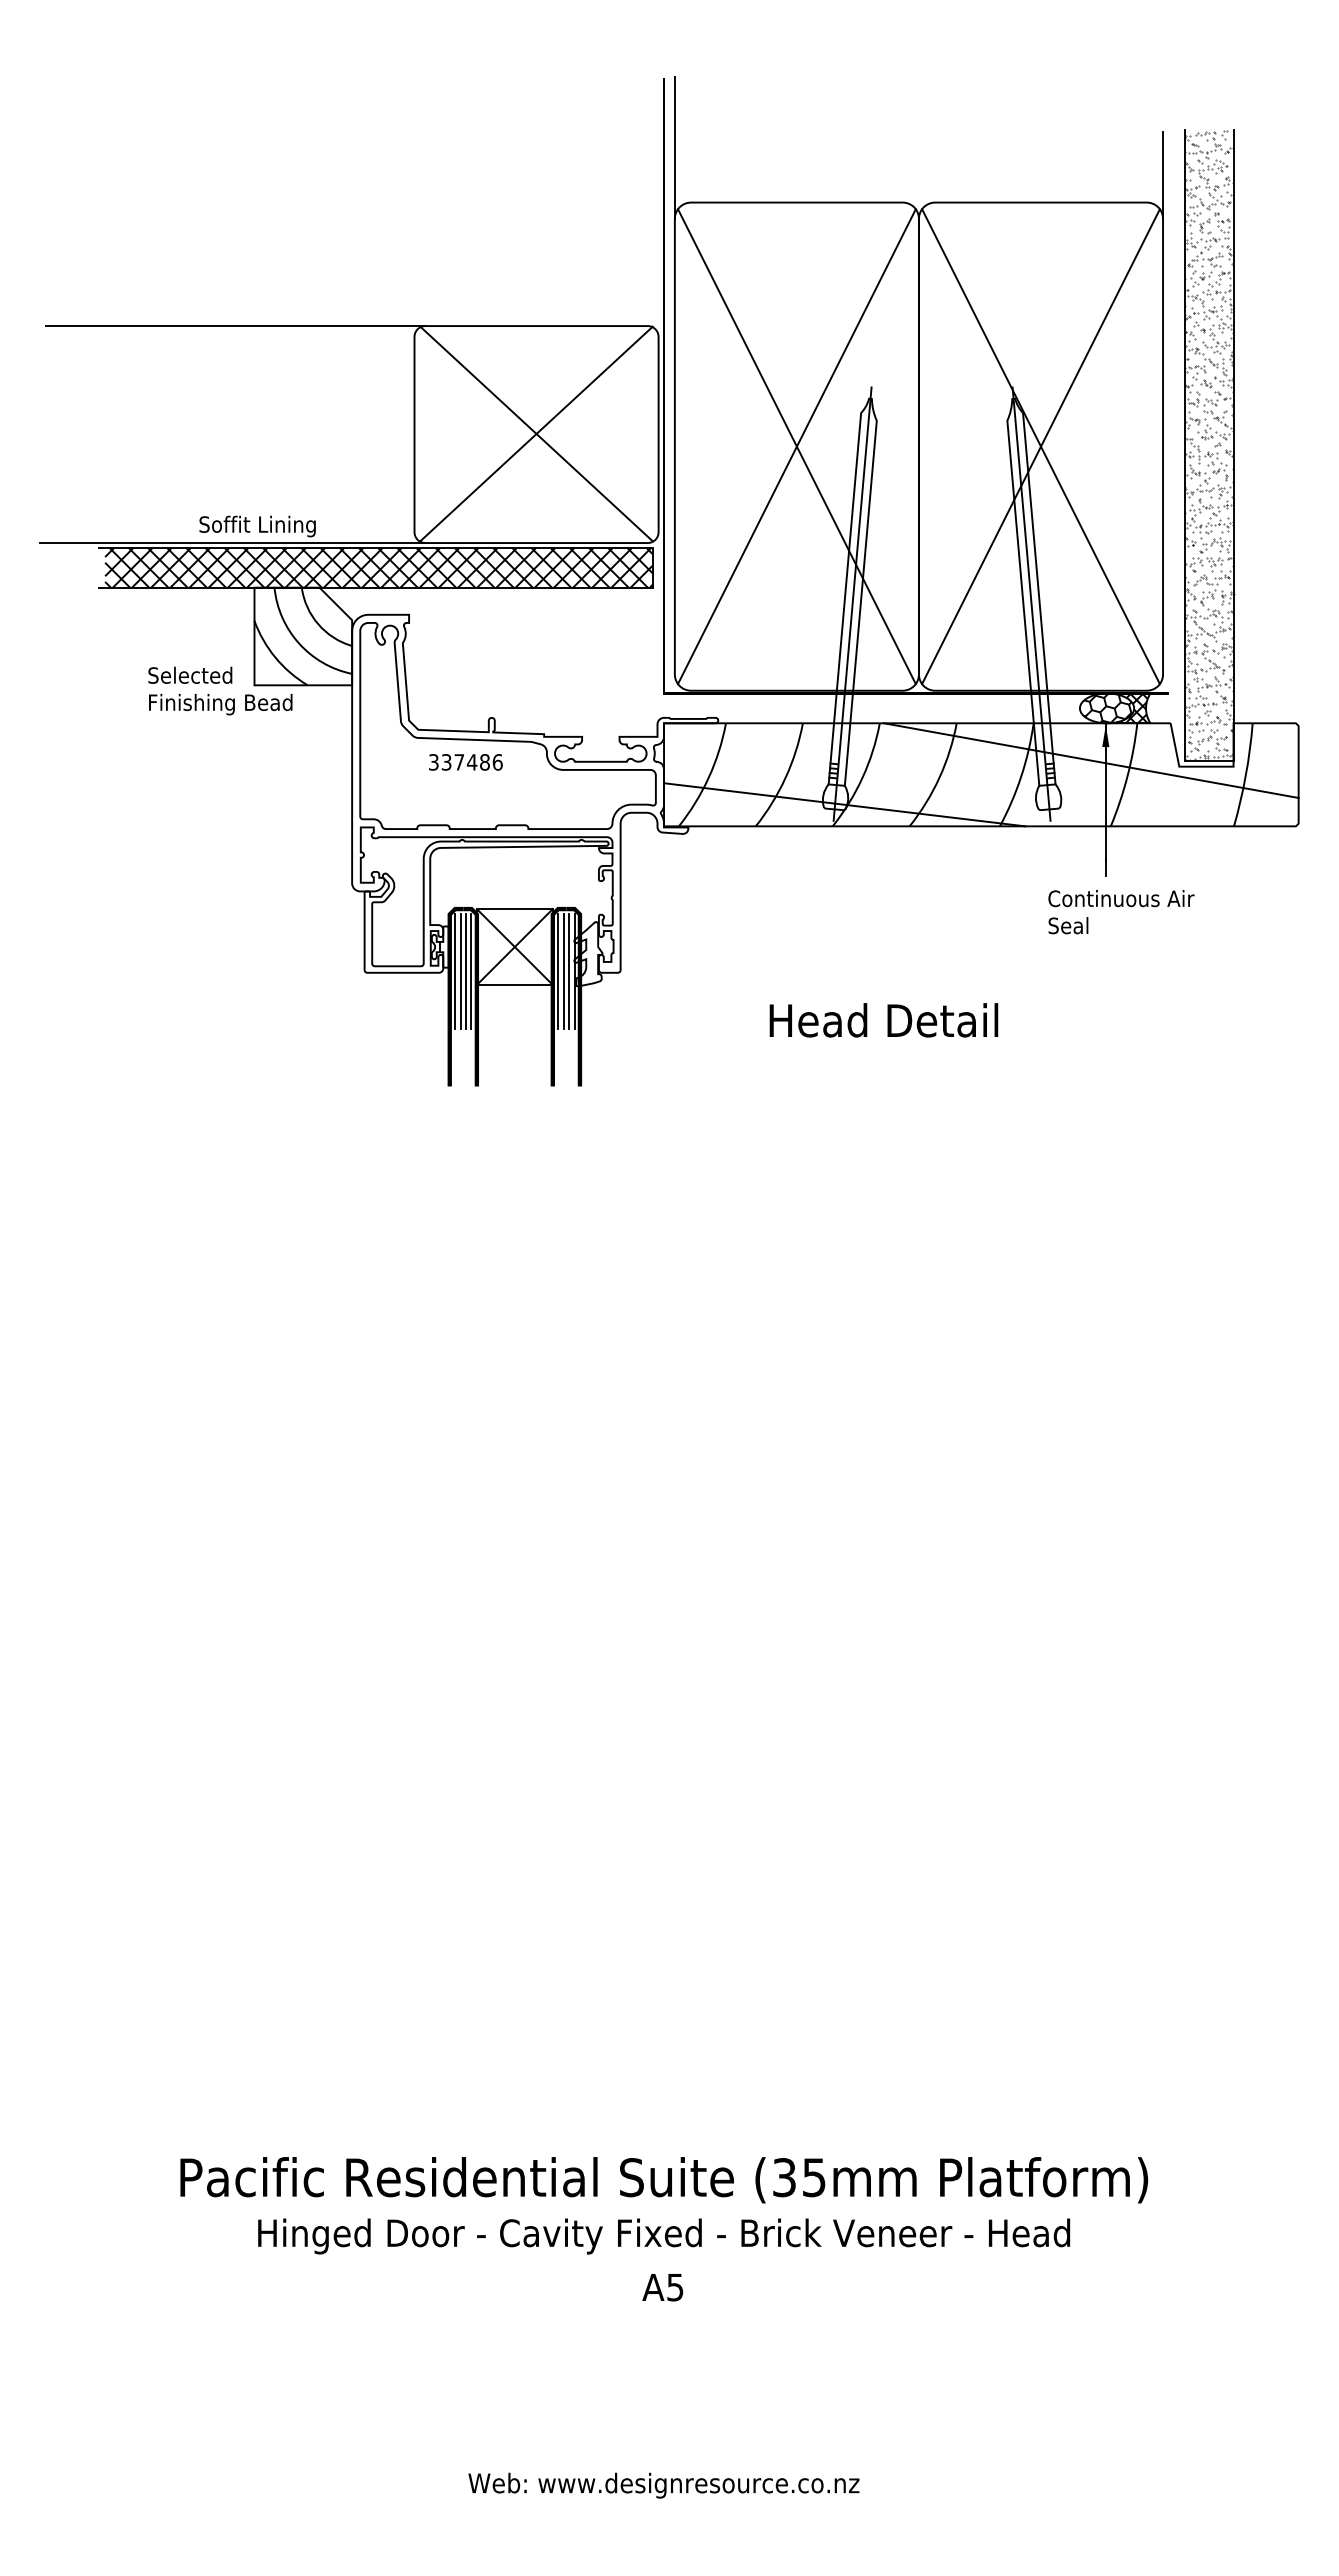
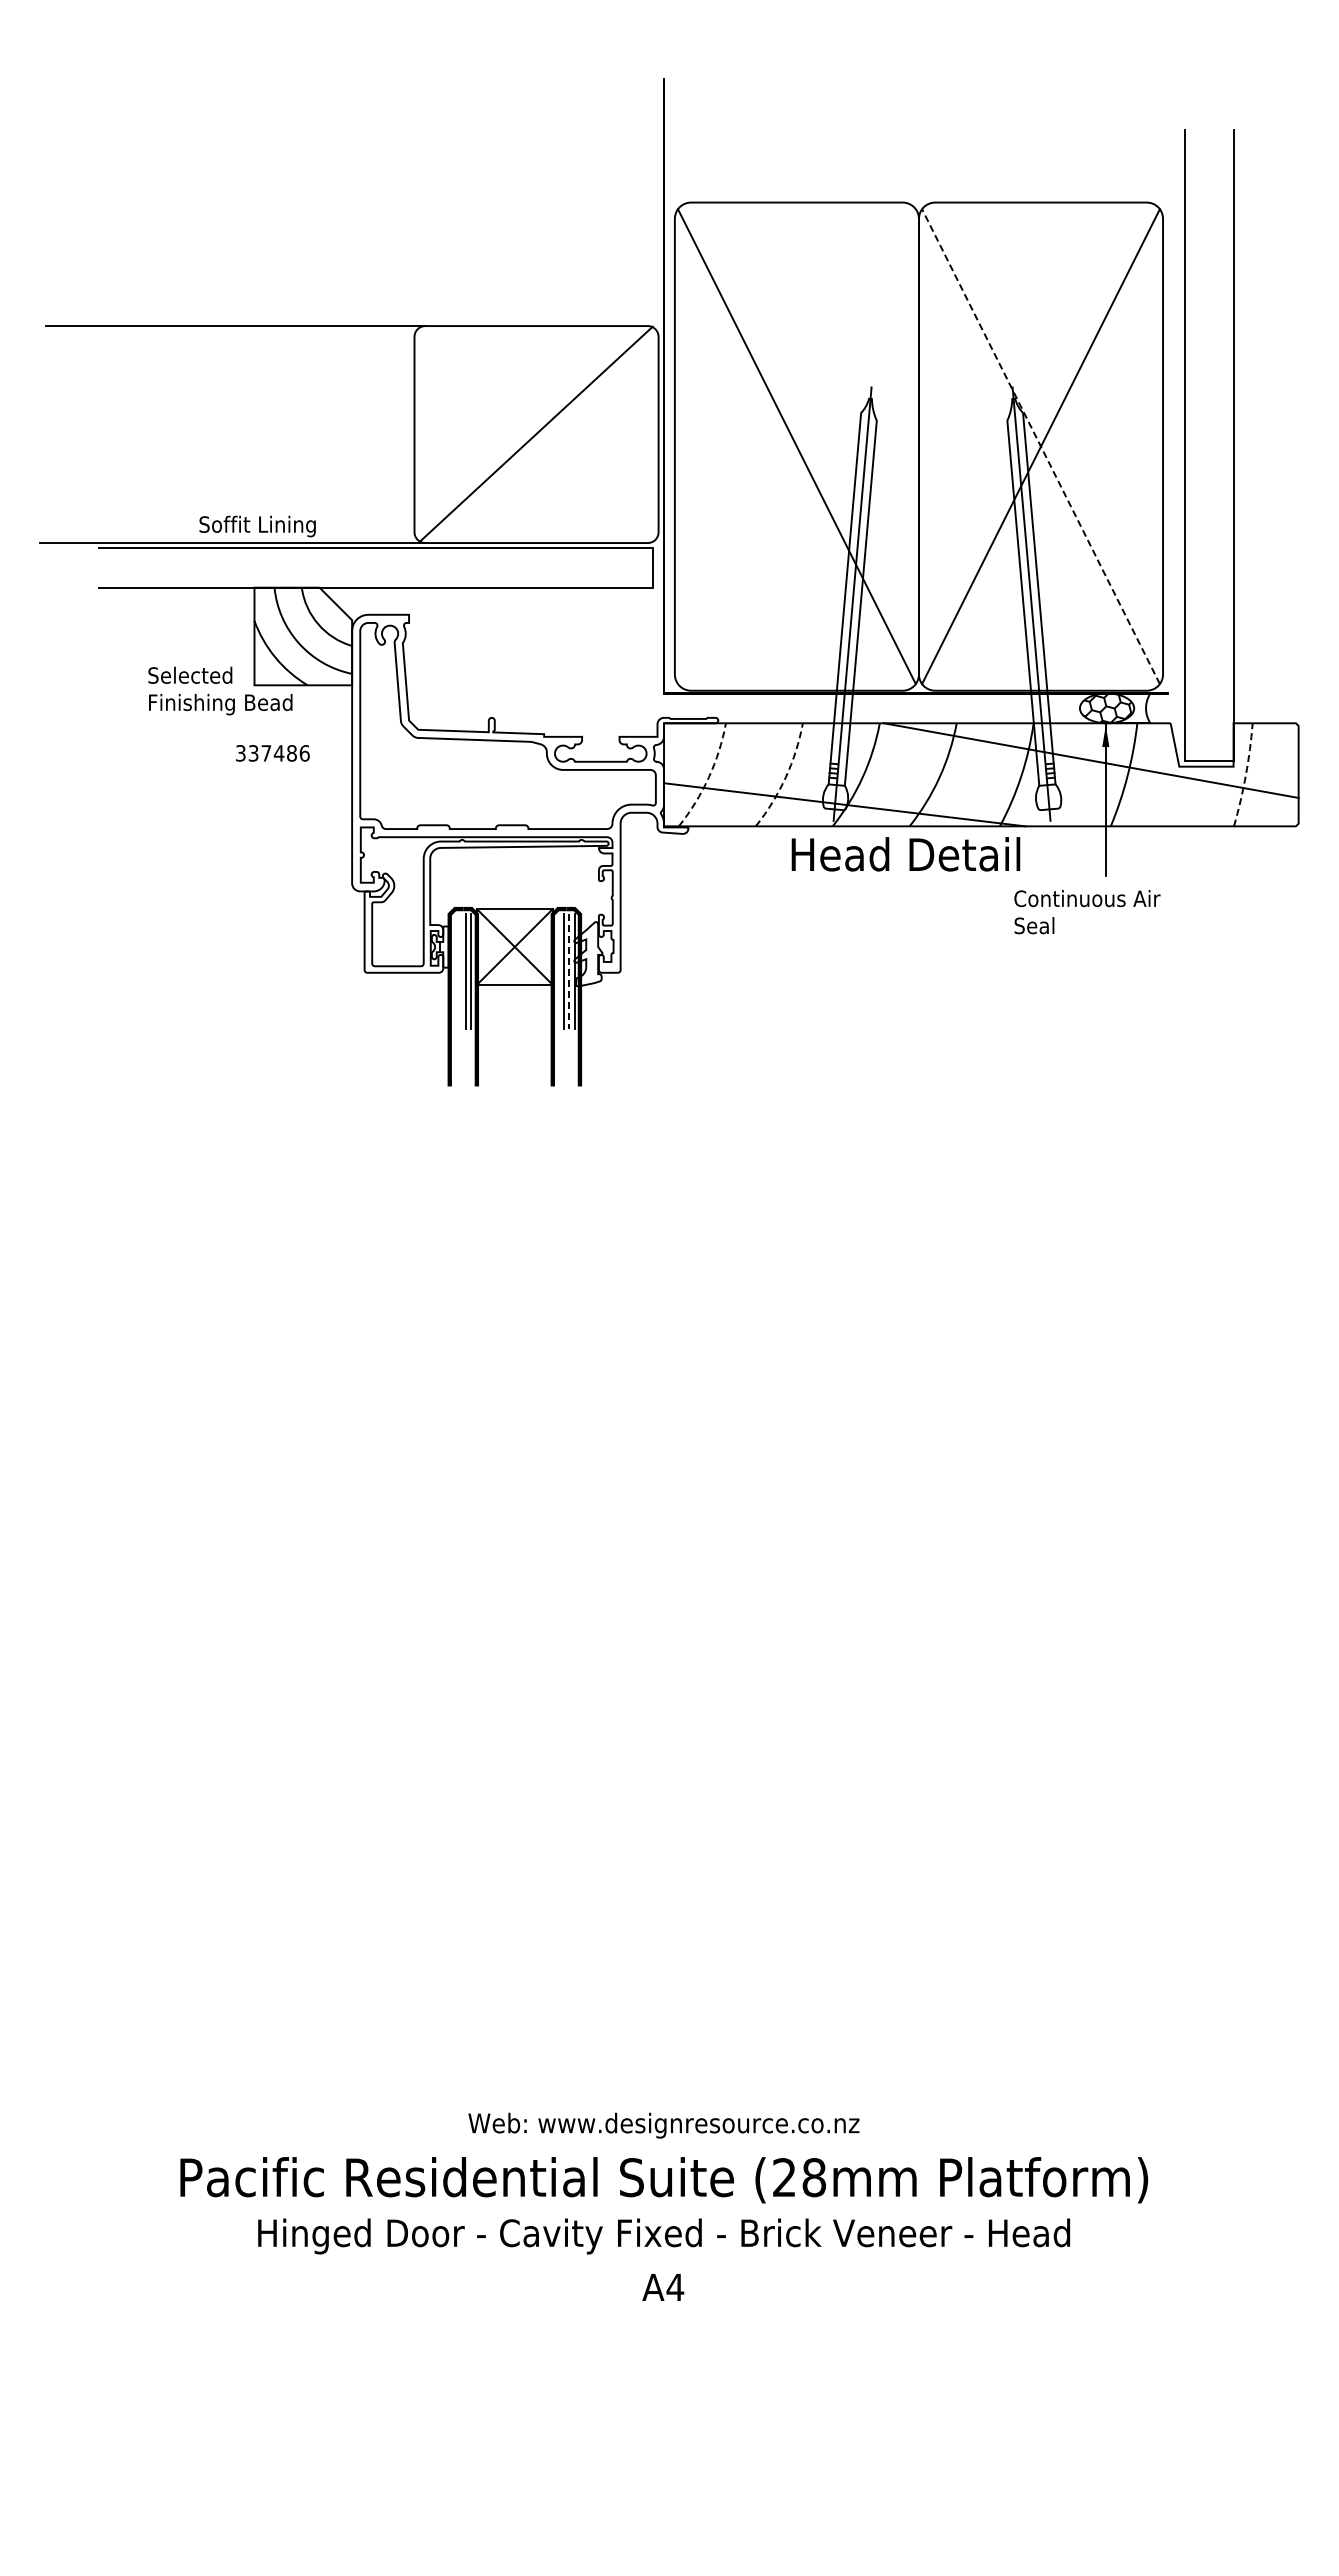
line at (674, 147): present -> none
line at (1163, 174): present -> none
line at (536, 433): present -> none
hatch at (1208, 445): present -> none
line at (796, 446): present -> none
line at (1040, 446): solid -> dashed
hatch at (379, 567): present -> none
hatch at (1130, 708): present -> none
text at (465, 762) position: (465, 762) -> (272, 753)
arc at (1245, 775): solid -> dashed
arc at (708, 777): solid -> dashed
arc at (785, 777): solid -> dashed
text at (1121, 912) position: (1121, 912) -> (1087, 912)
line at (455, 971): present -> none
line at (460, 971): present -> none
line at (558, 971): present -> none
line at (568, 972): solid -> dashed
text at (883, 1020) position: (883, 1020) -> (905, 854)
text at (799, 2177): (35mm -> (28mm
text at (675, 2287): A5 -> A4
text at (663, 2485) position: (663, 2485) -> (663, 2125)
